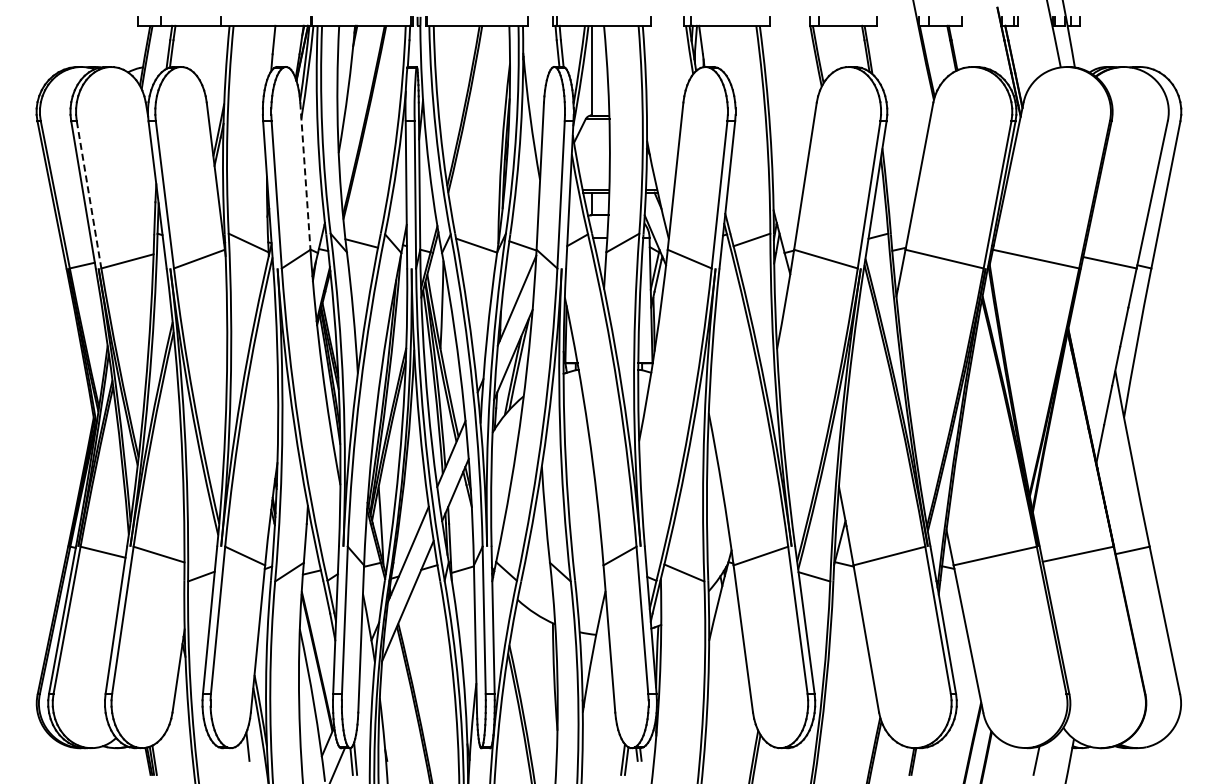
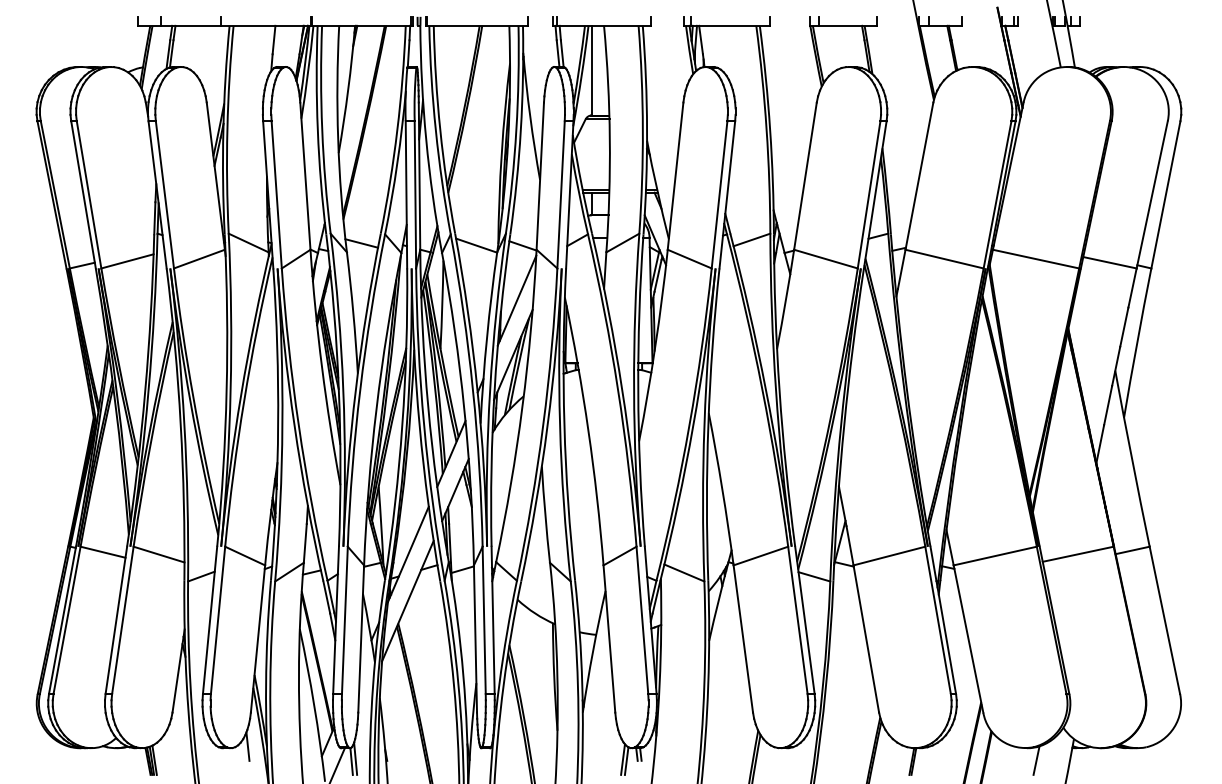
line at (305, 176): dashed -> solid
line at (89, 194): dashed -> solid
